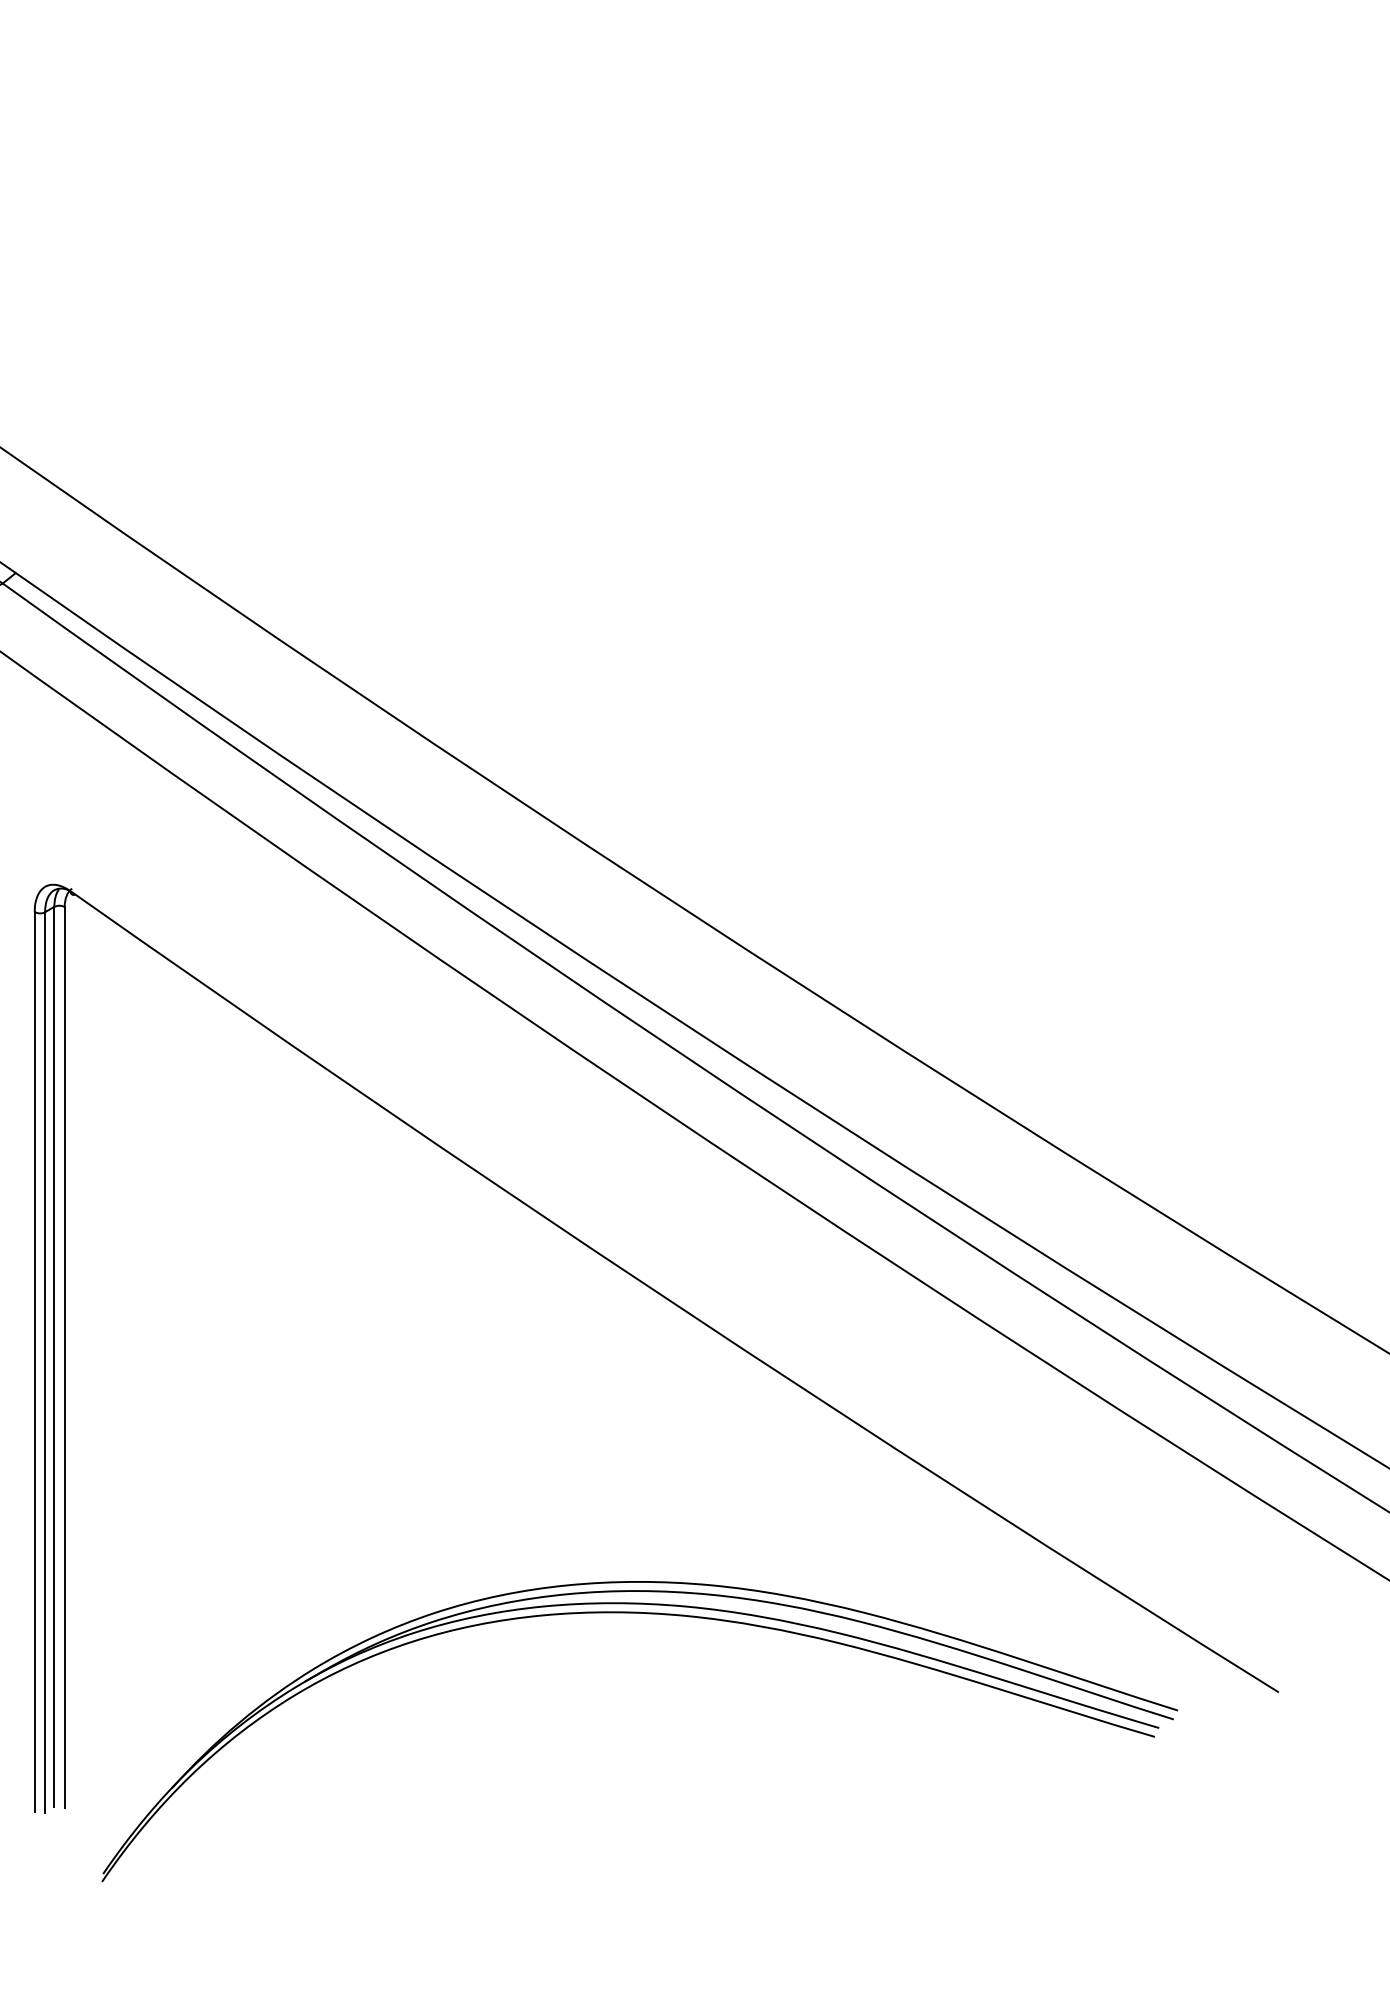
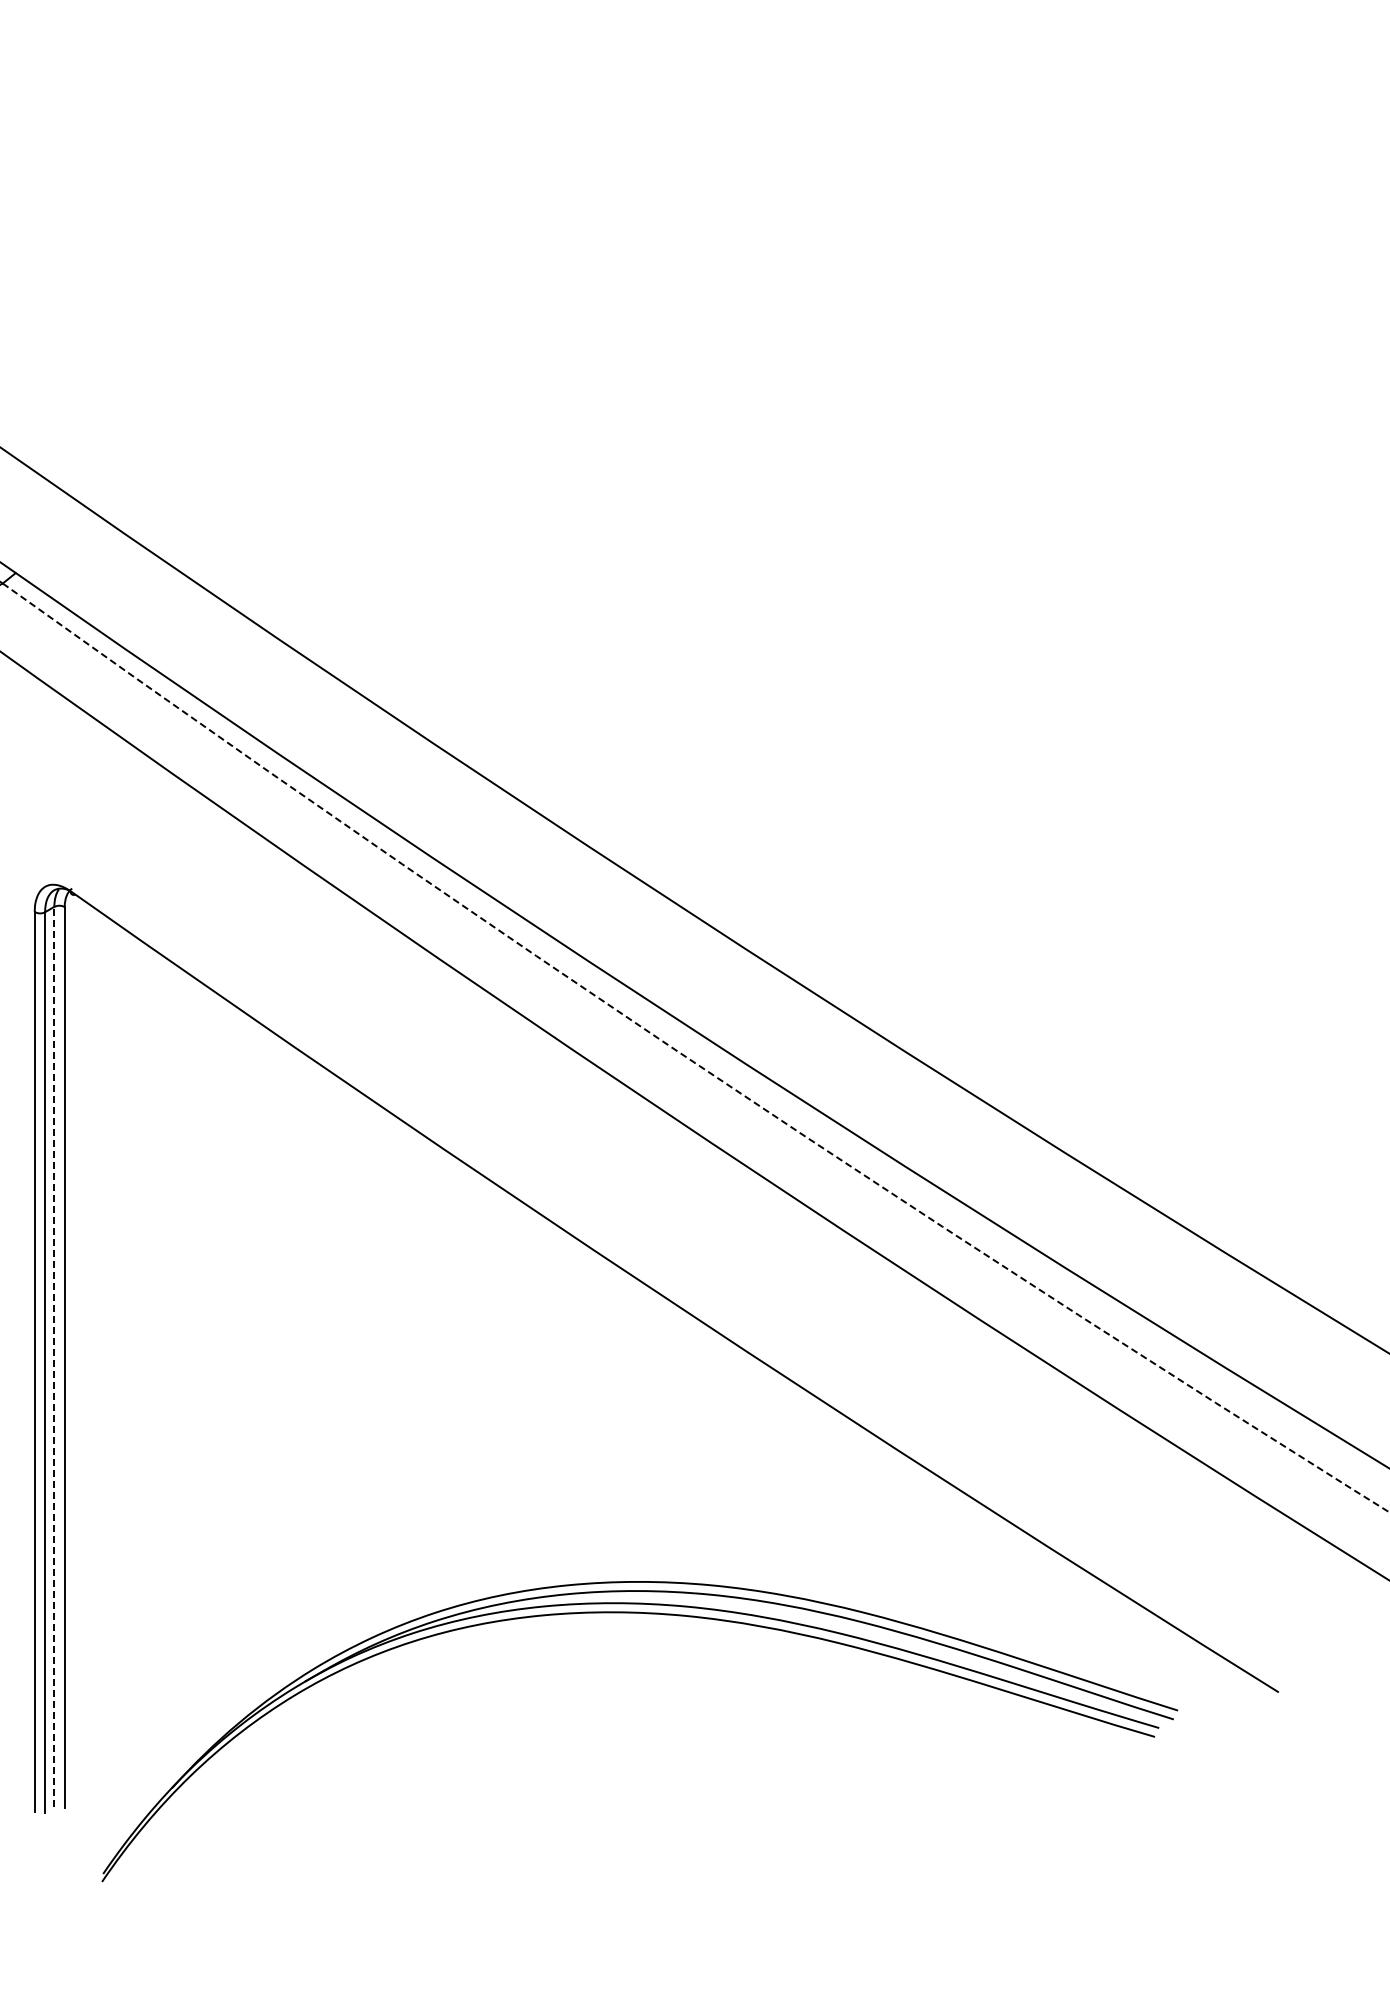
arc at (689, 1059): solid -> dashed
line at (54, 1356): solid -> dashed
